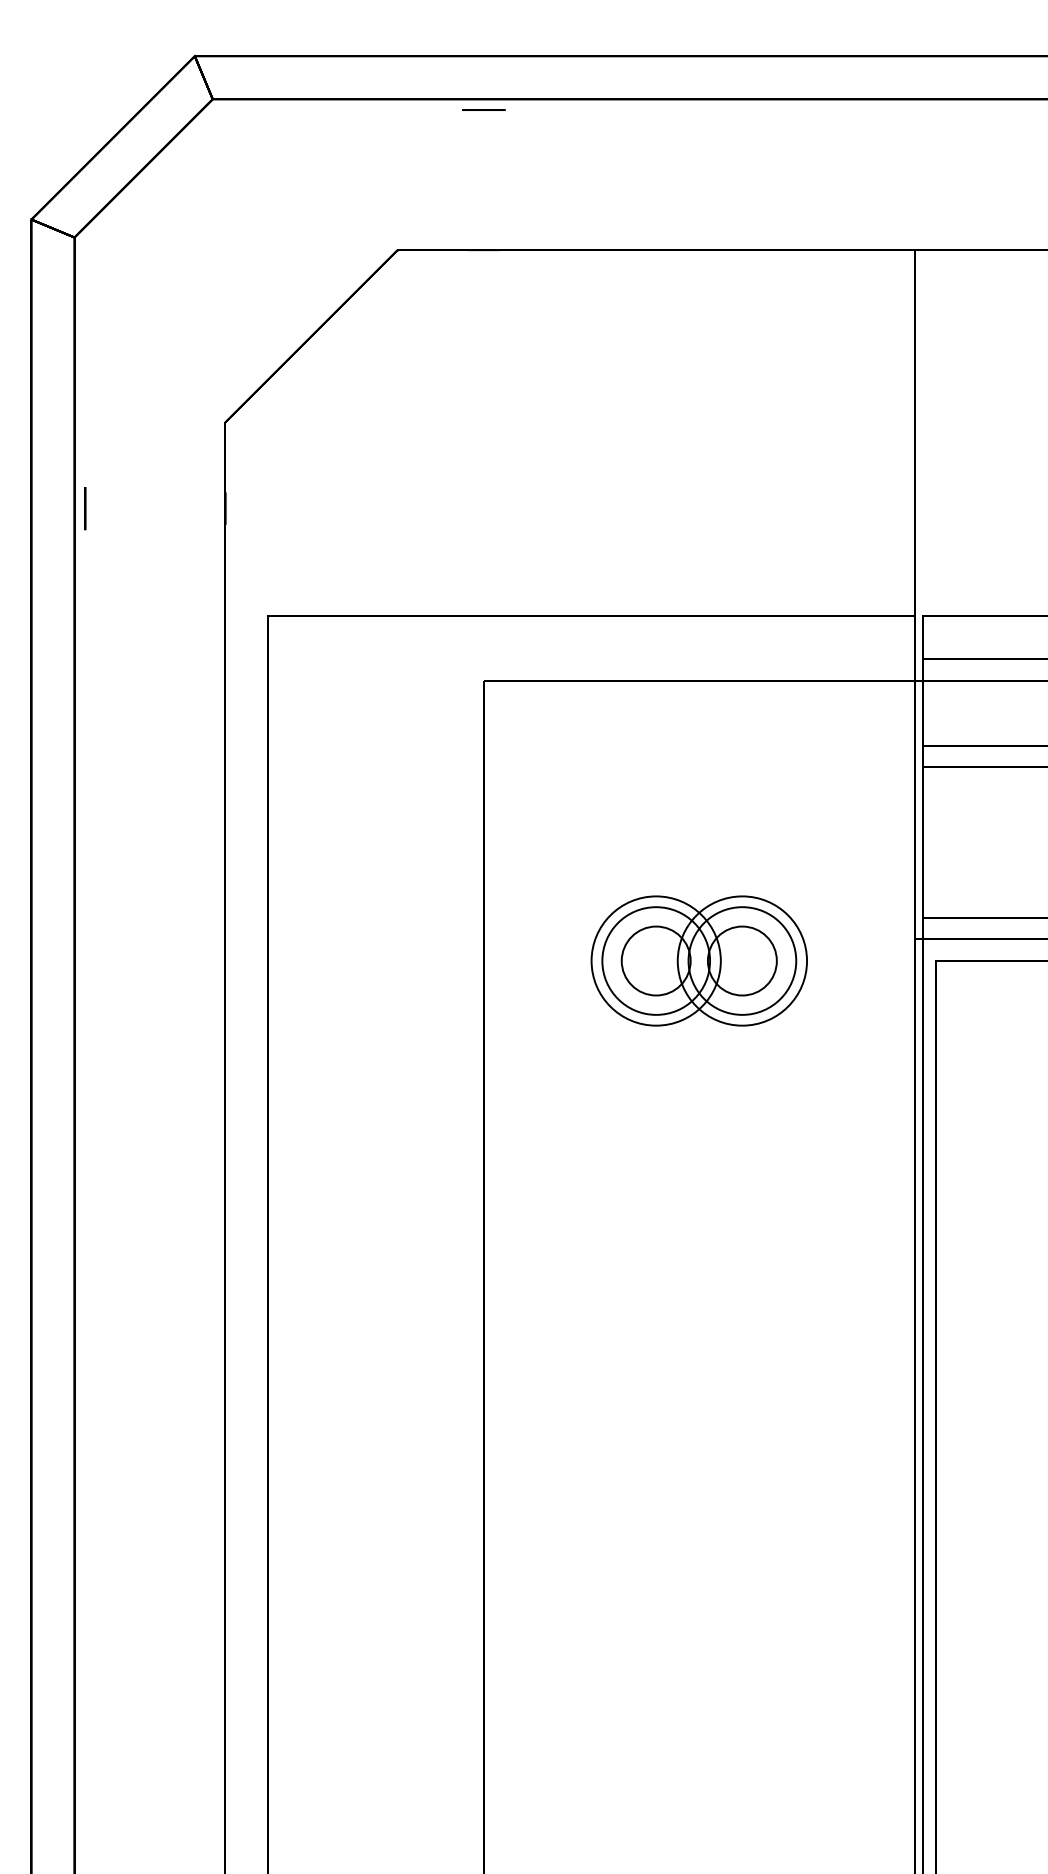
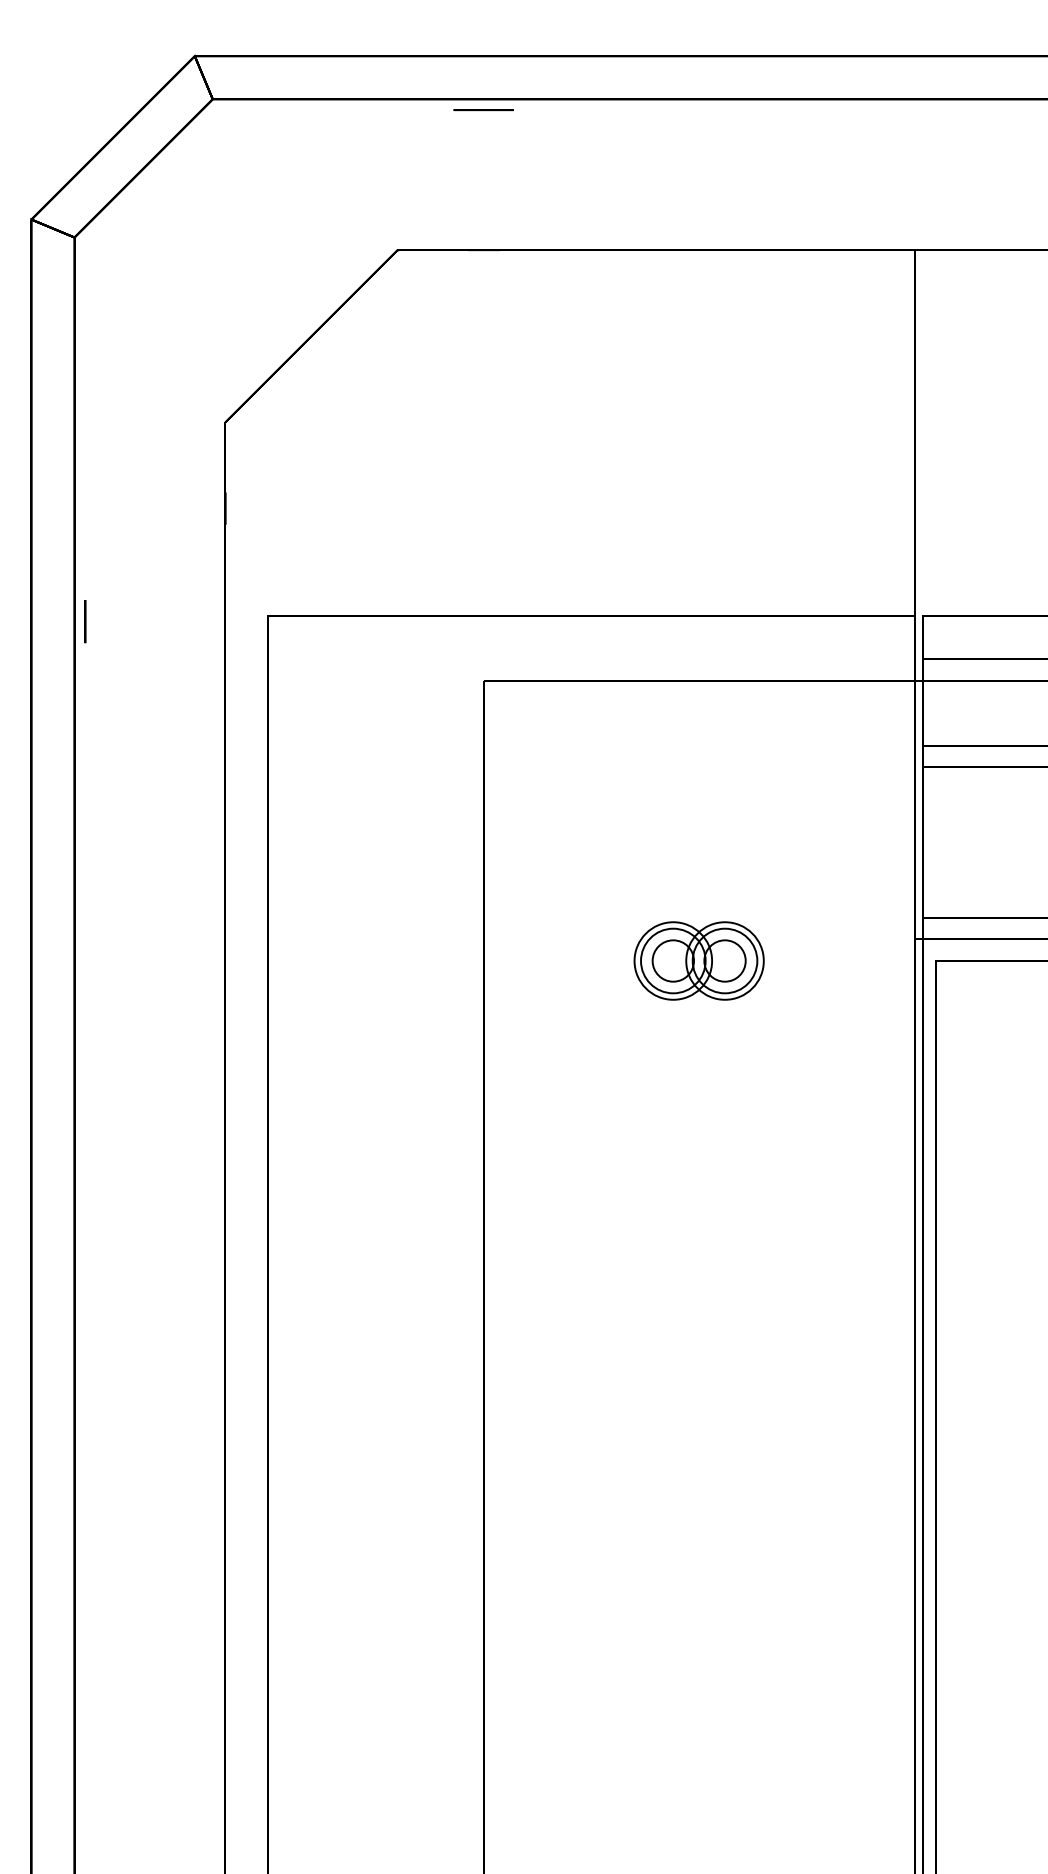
circle at (483, 109) size: 44x2 px -> 61x2 px
circle at (85, 508) position: (85, 508) -> (85, 621)
part at (698, 960) size: 218x132 px -> 132x80 px
